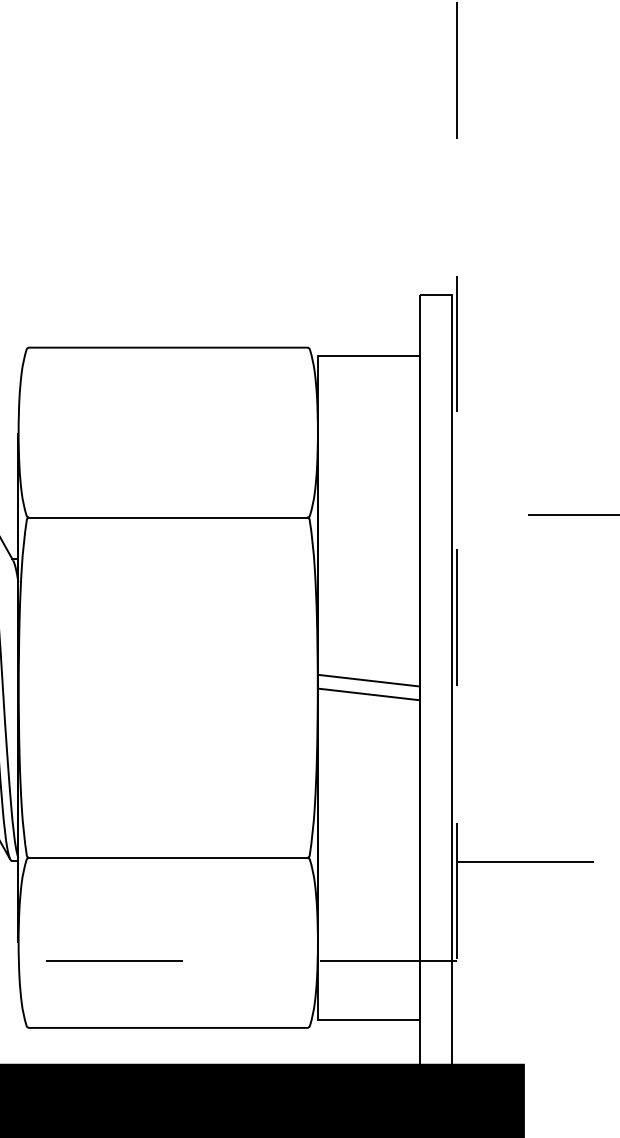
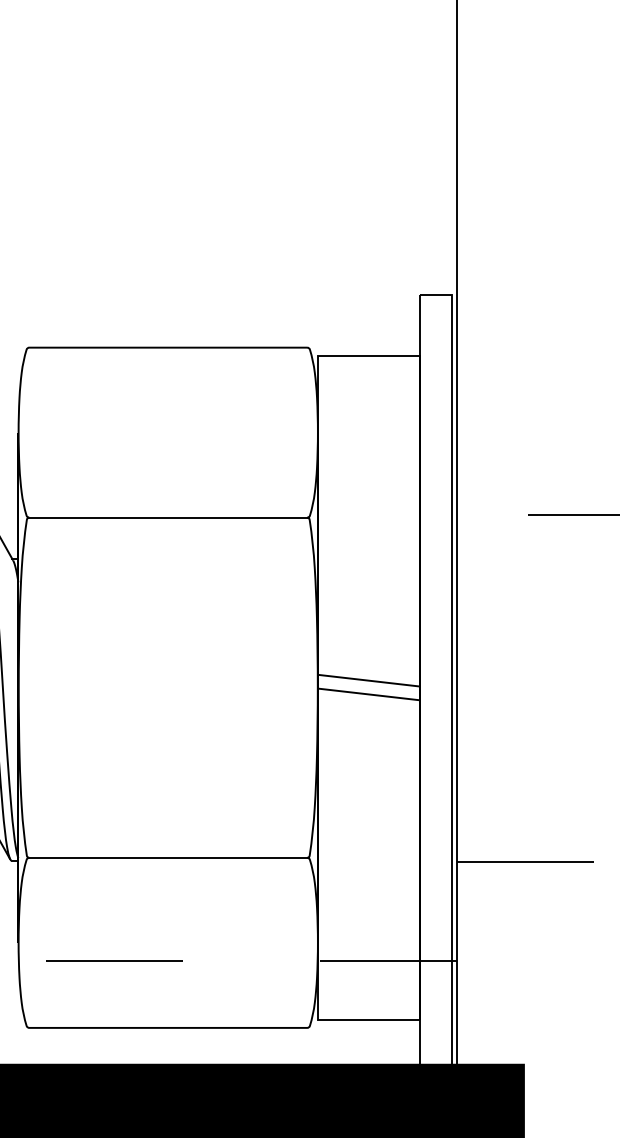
line at (456, 546): dashed -> solid
